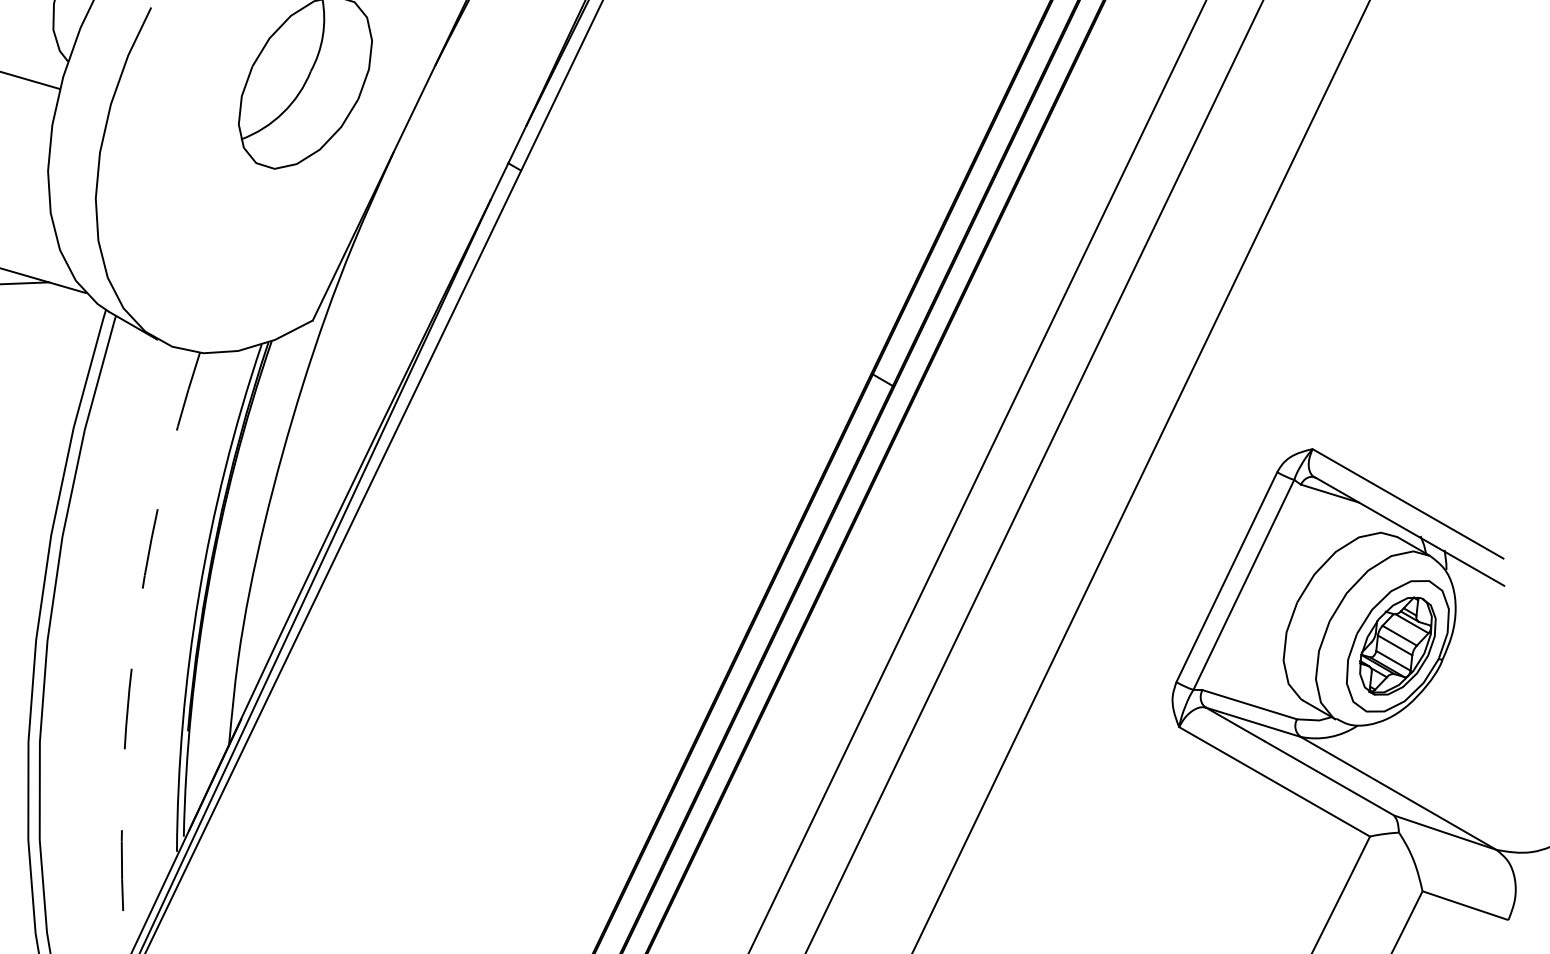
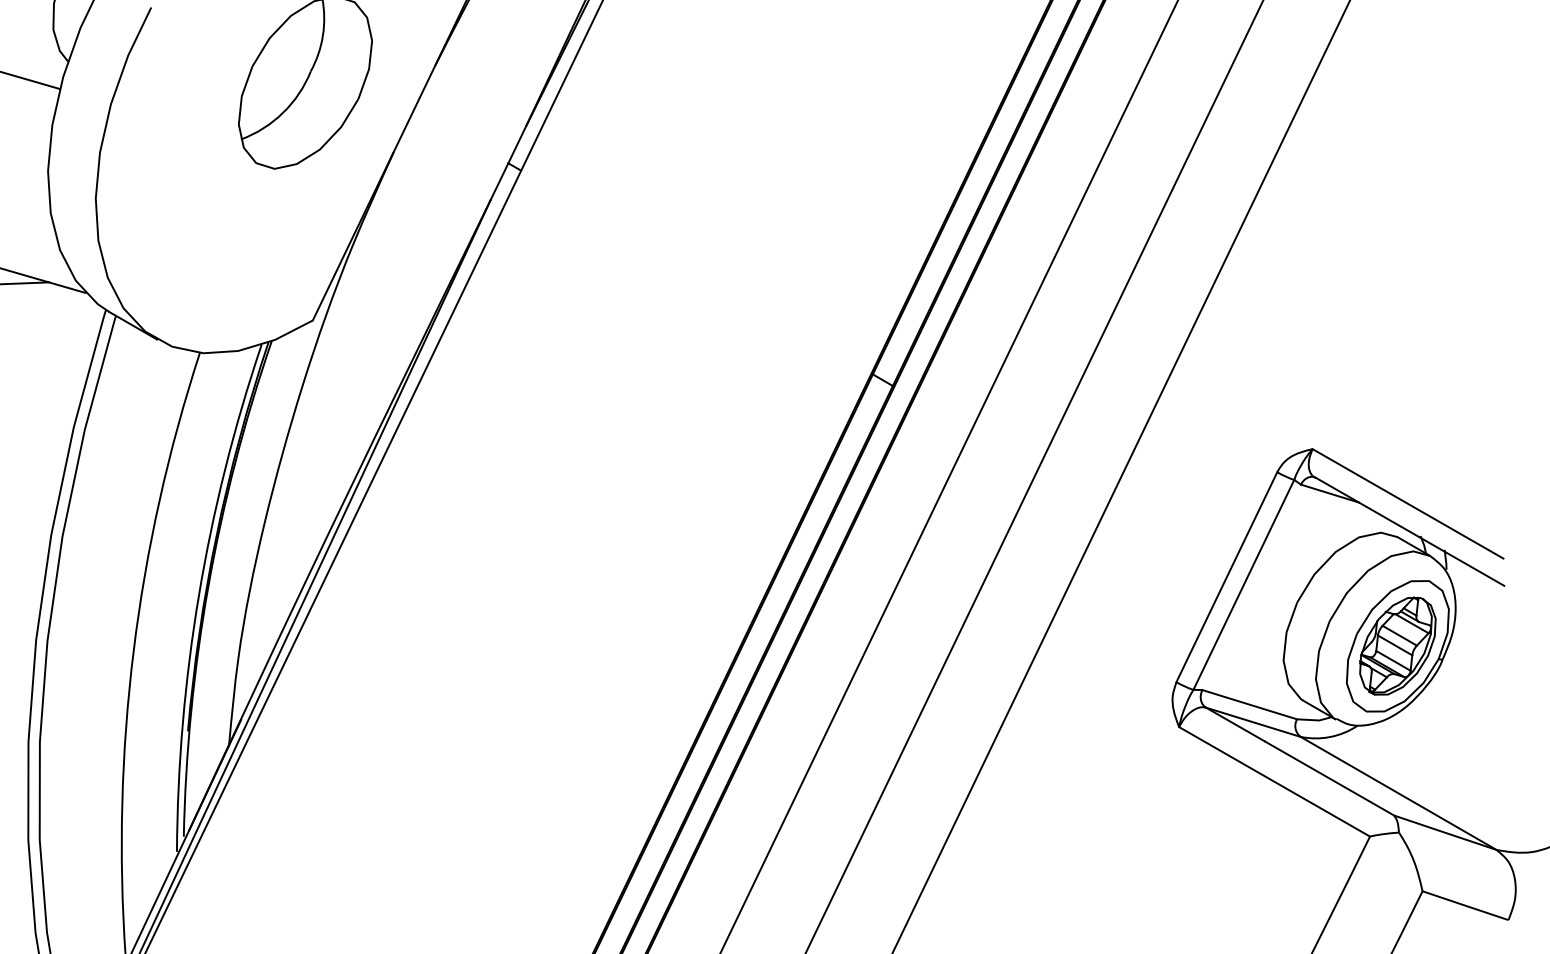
line at (977, 476) position: (977, 476) -> (949, 476)
line at (1140, 476) position: (1140, 476) -> (1121, 476)
arc at (133, 650): dashed -> solid
